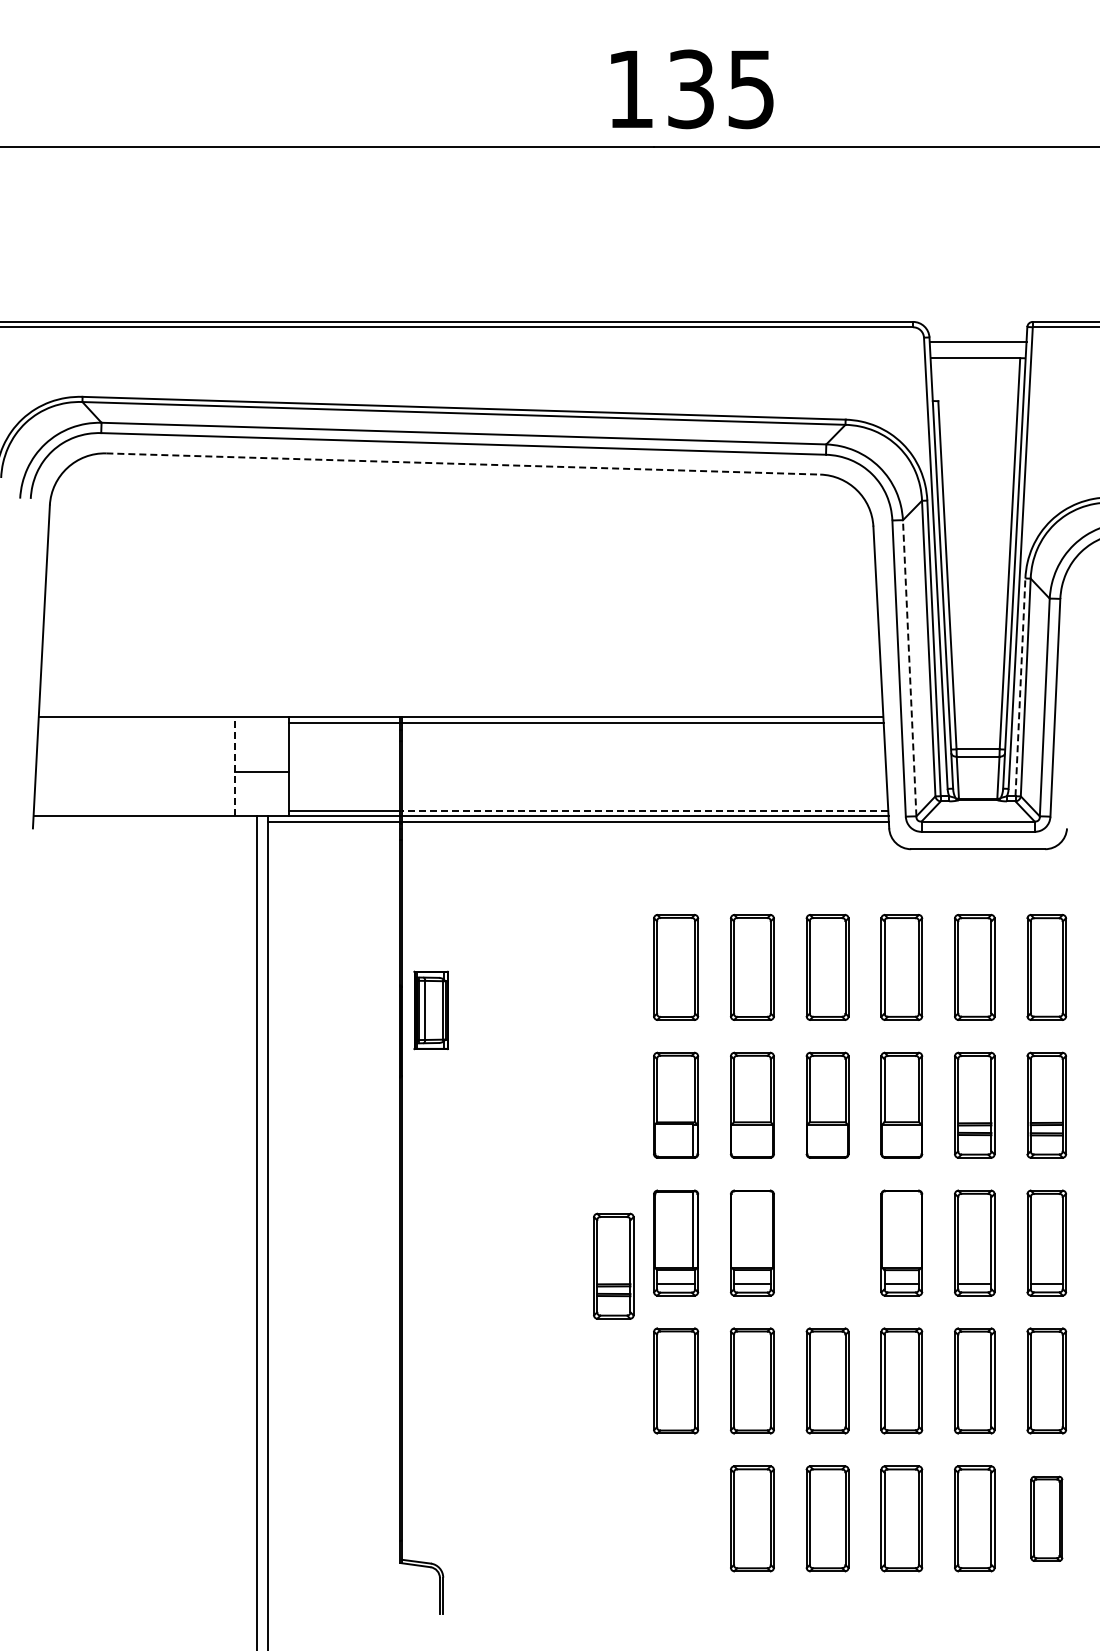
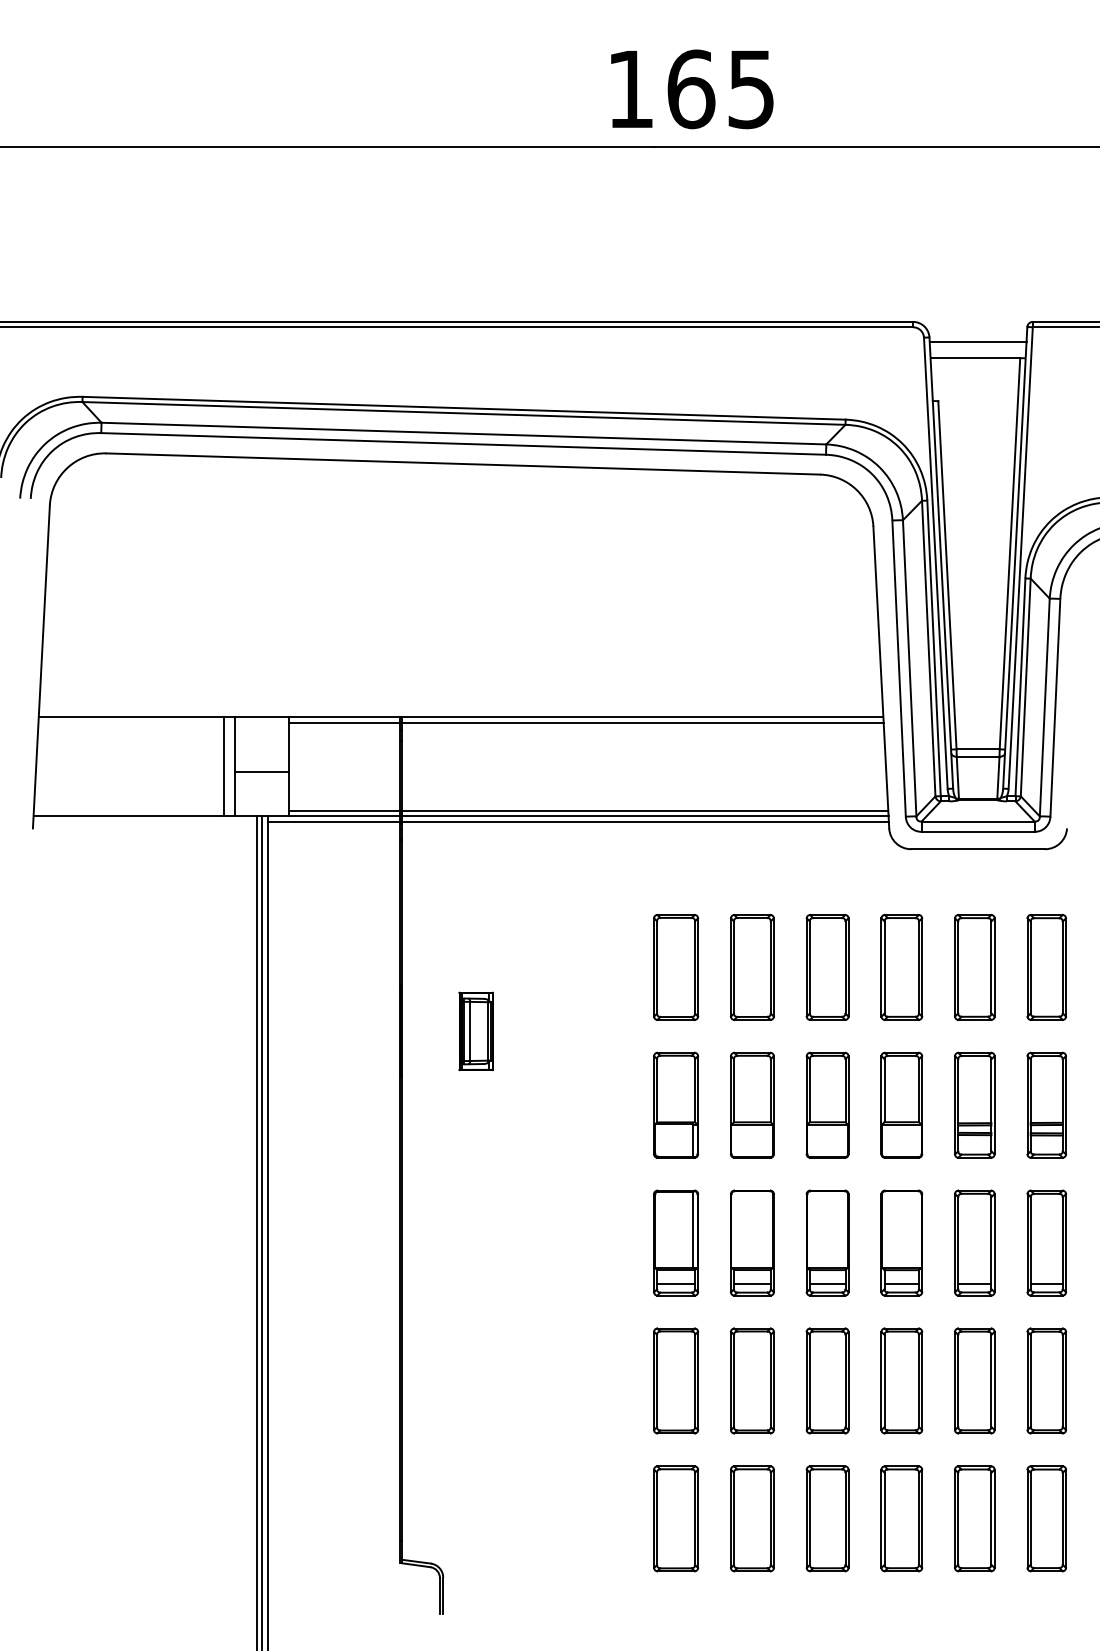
text at (691, 89): 135 -> 165
line at (463, 464): dashed -> solid
line at (909, 667): dashed -> solid
line at (1020, 687): dashed -> solid
line at (223, 766): none -> present
line at (234, 766): dashed -> solid
line at (644, 810): dashed -> solid
part at (430, 1010) position: (430, 1010) -> (475, 1031)
line at (262, 1231): none -> present
part at (827, 1242): none -> present
part at (613, 1265): present -> none
part at (676, 1518): none -> present
part at (1046, 1518) size: 34x87 px -> 42x108 px
